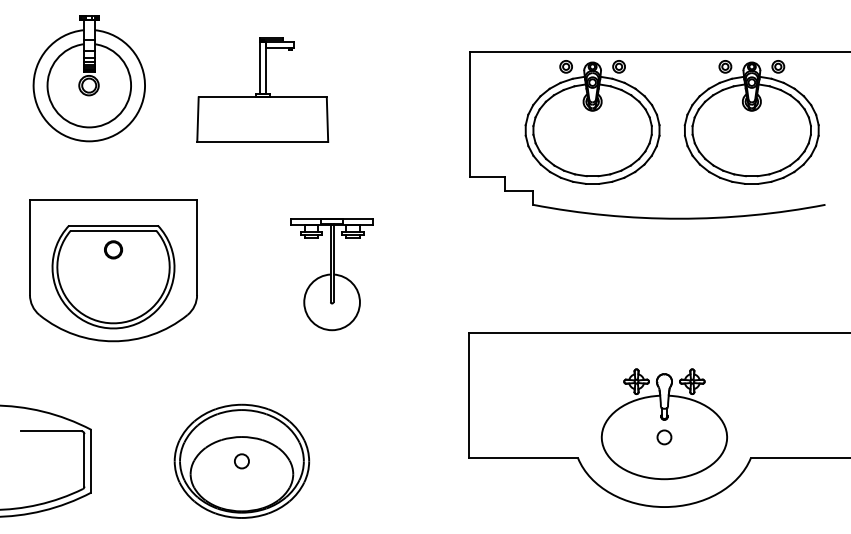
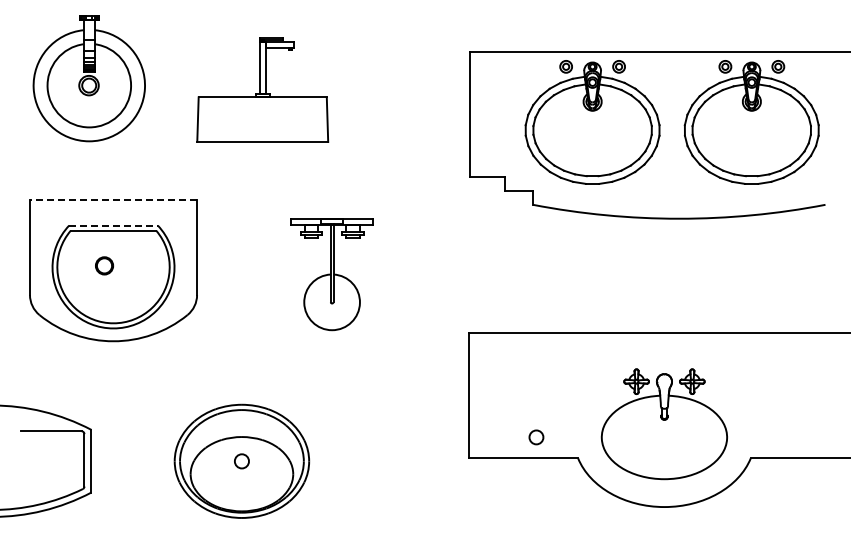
line at (113, 199): solid -> dashed
line at (114, 225): solid -> dashed
circle at (113, 249) position: (113, 249) -> (104, 265)
circle at (664, 437) position: (664, 437) -> (536, 437)
